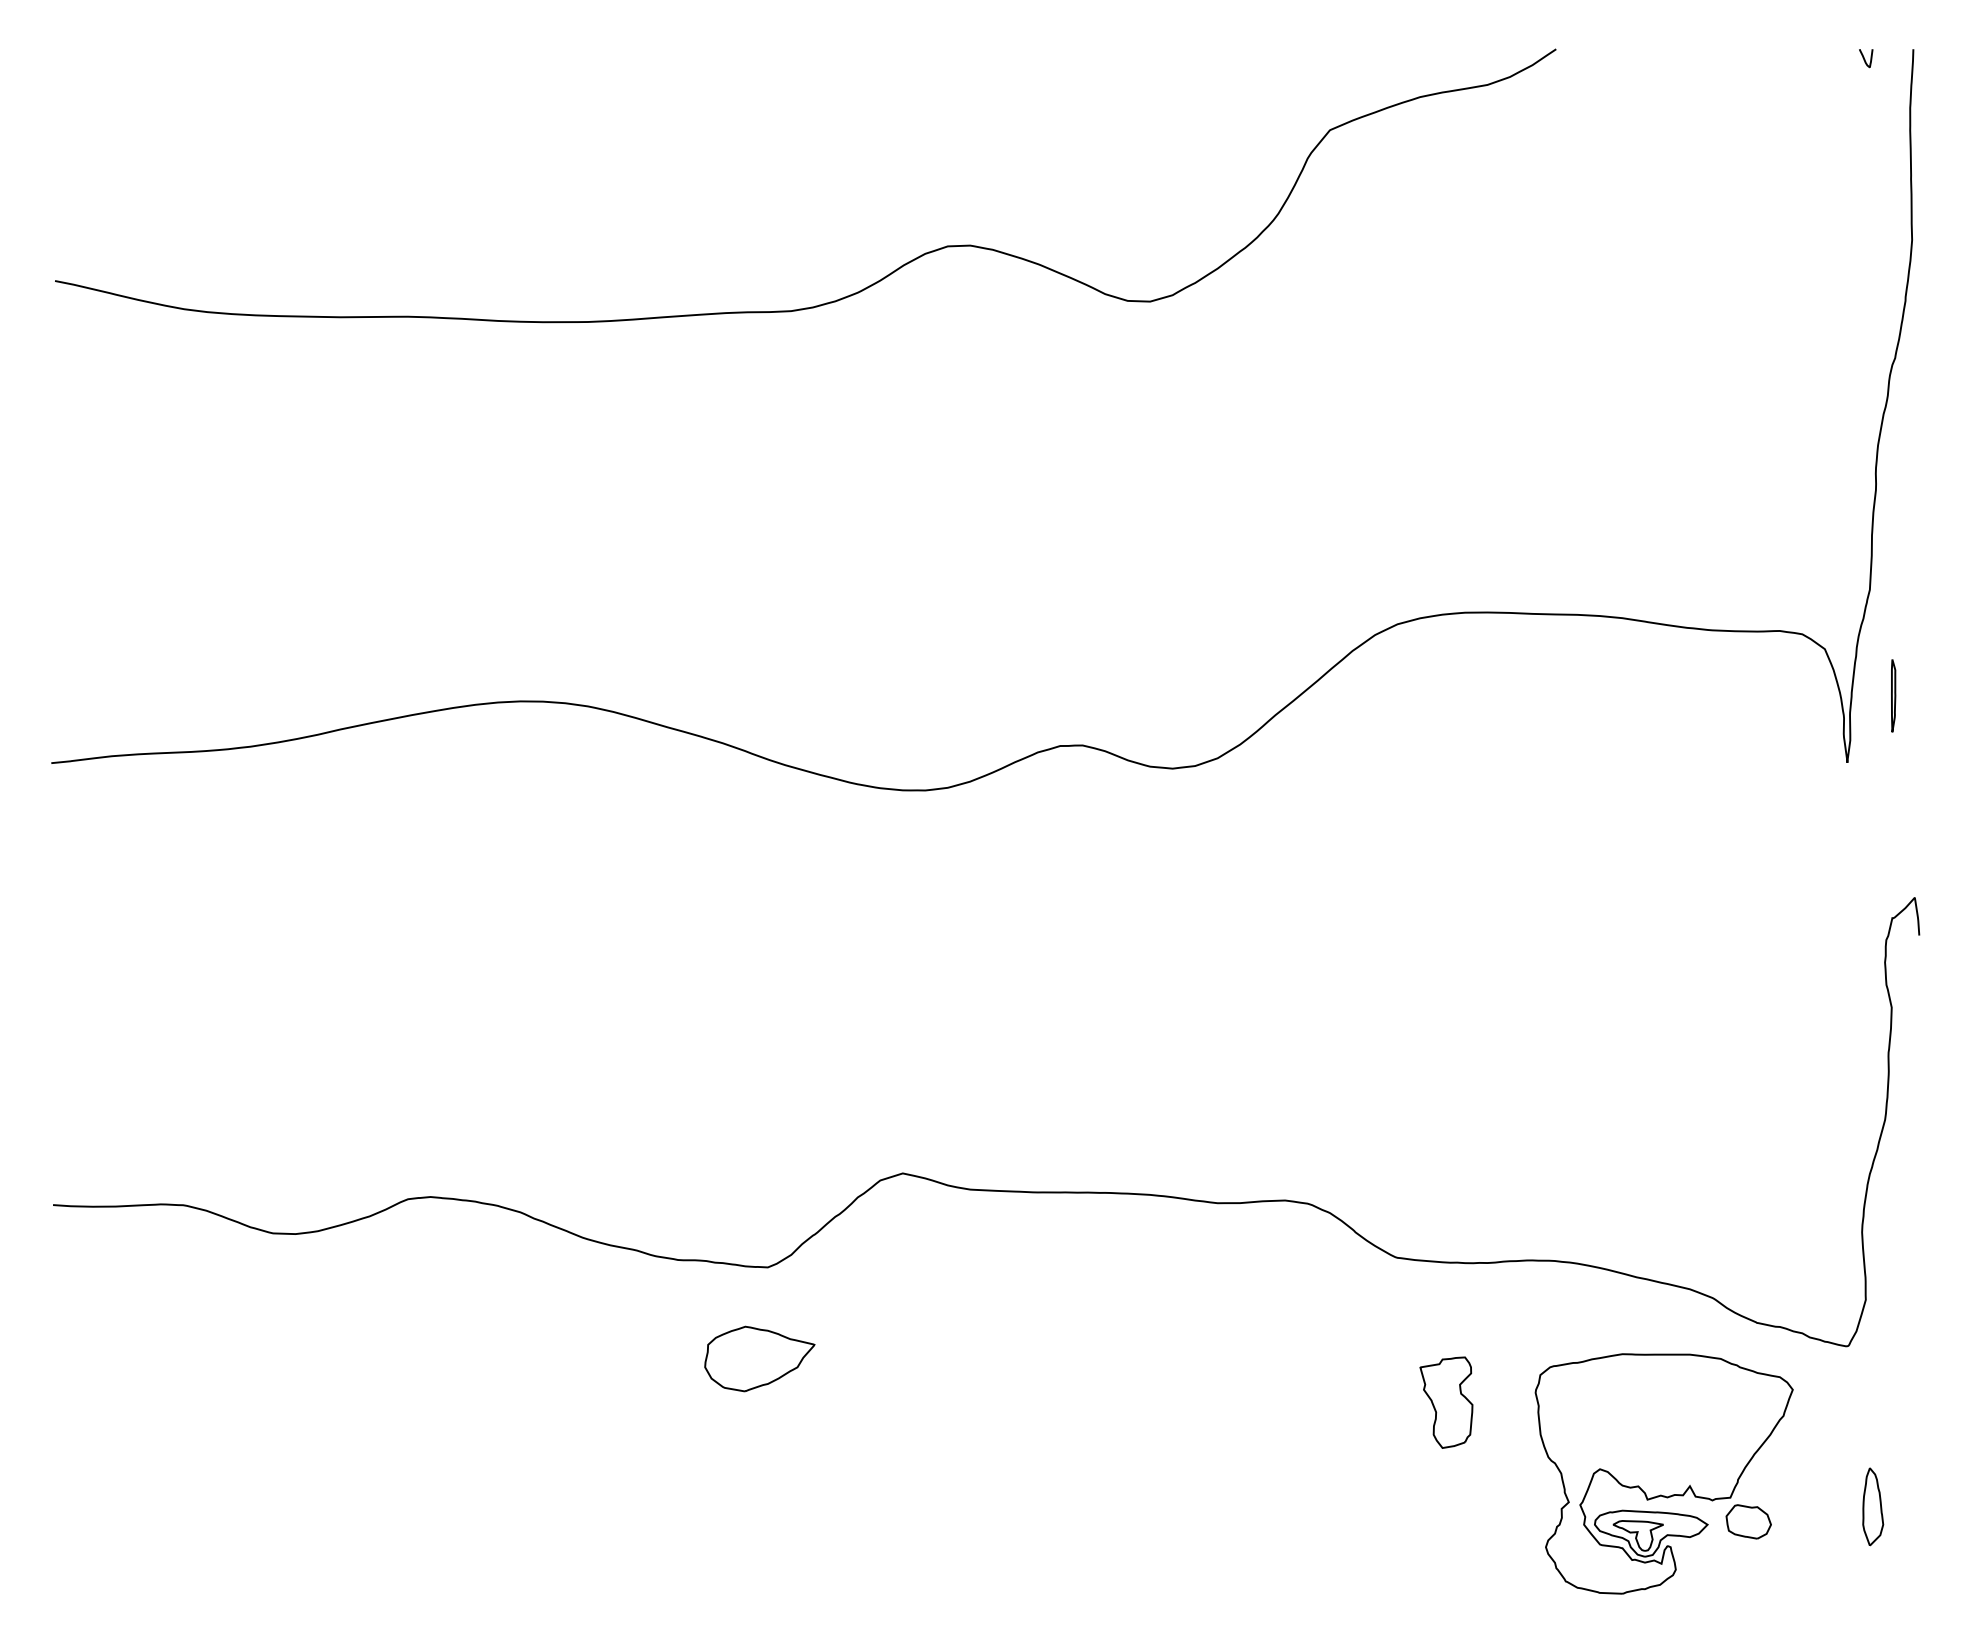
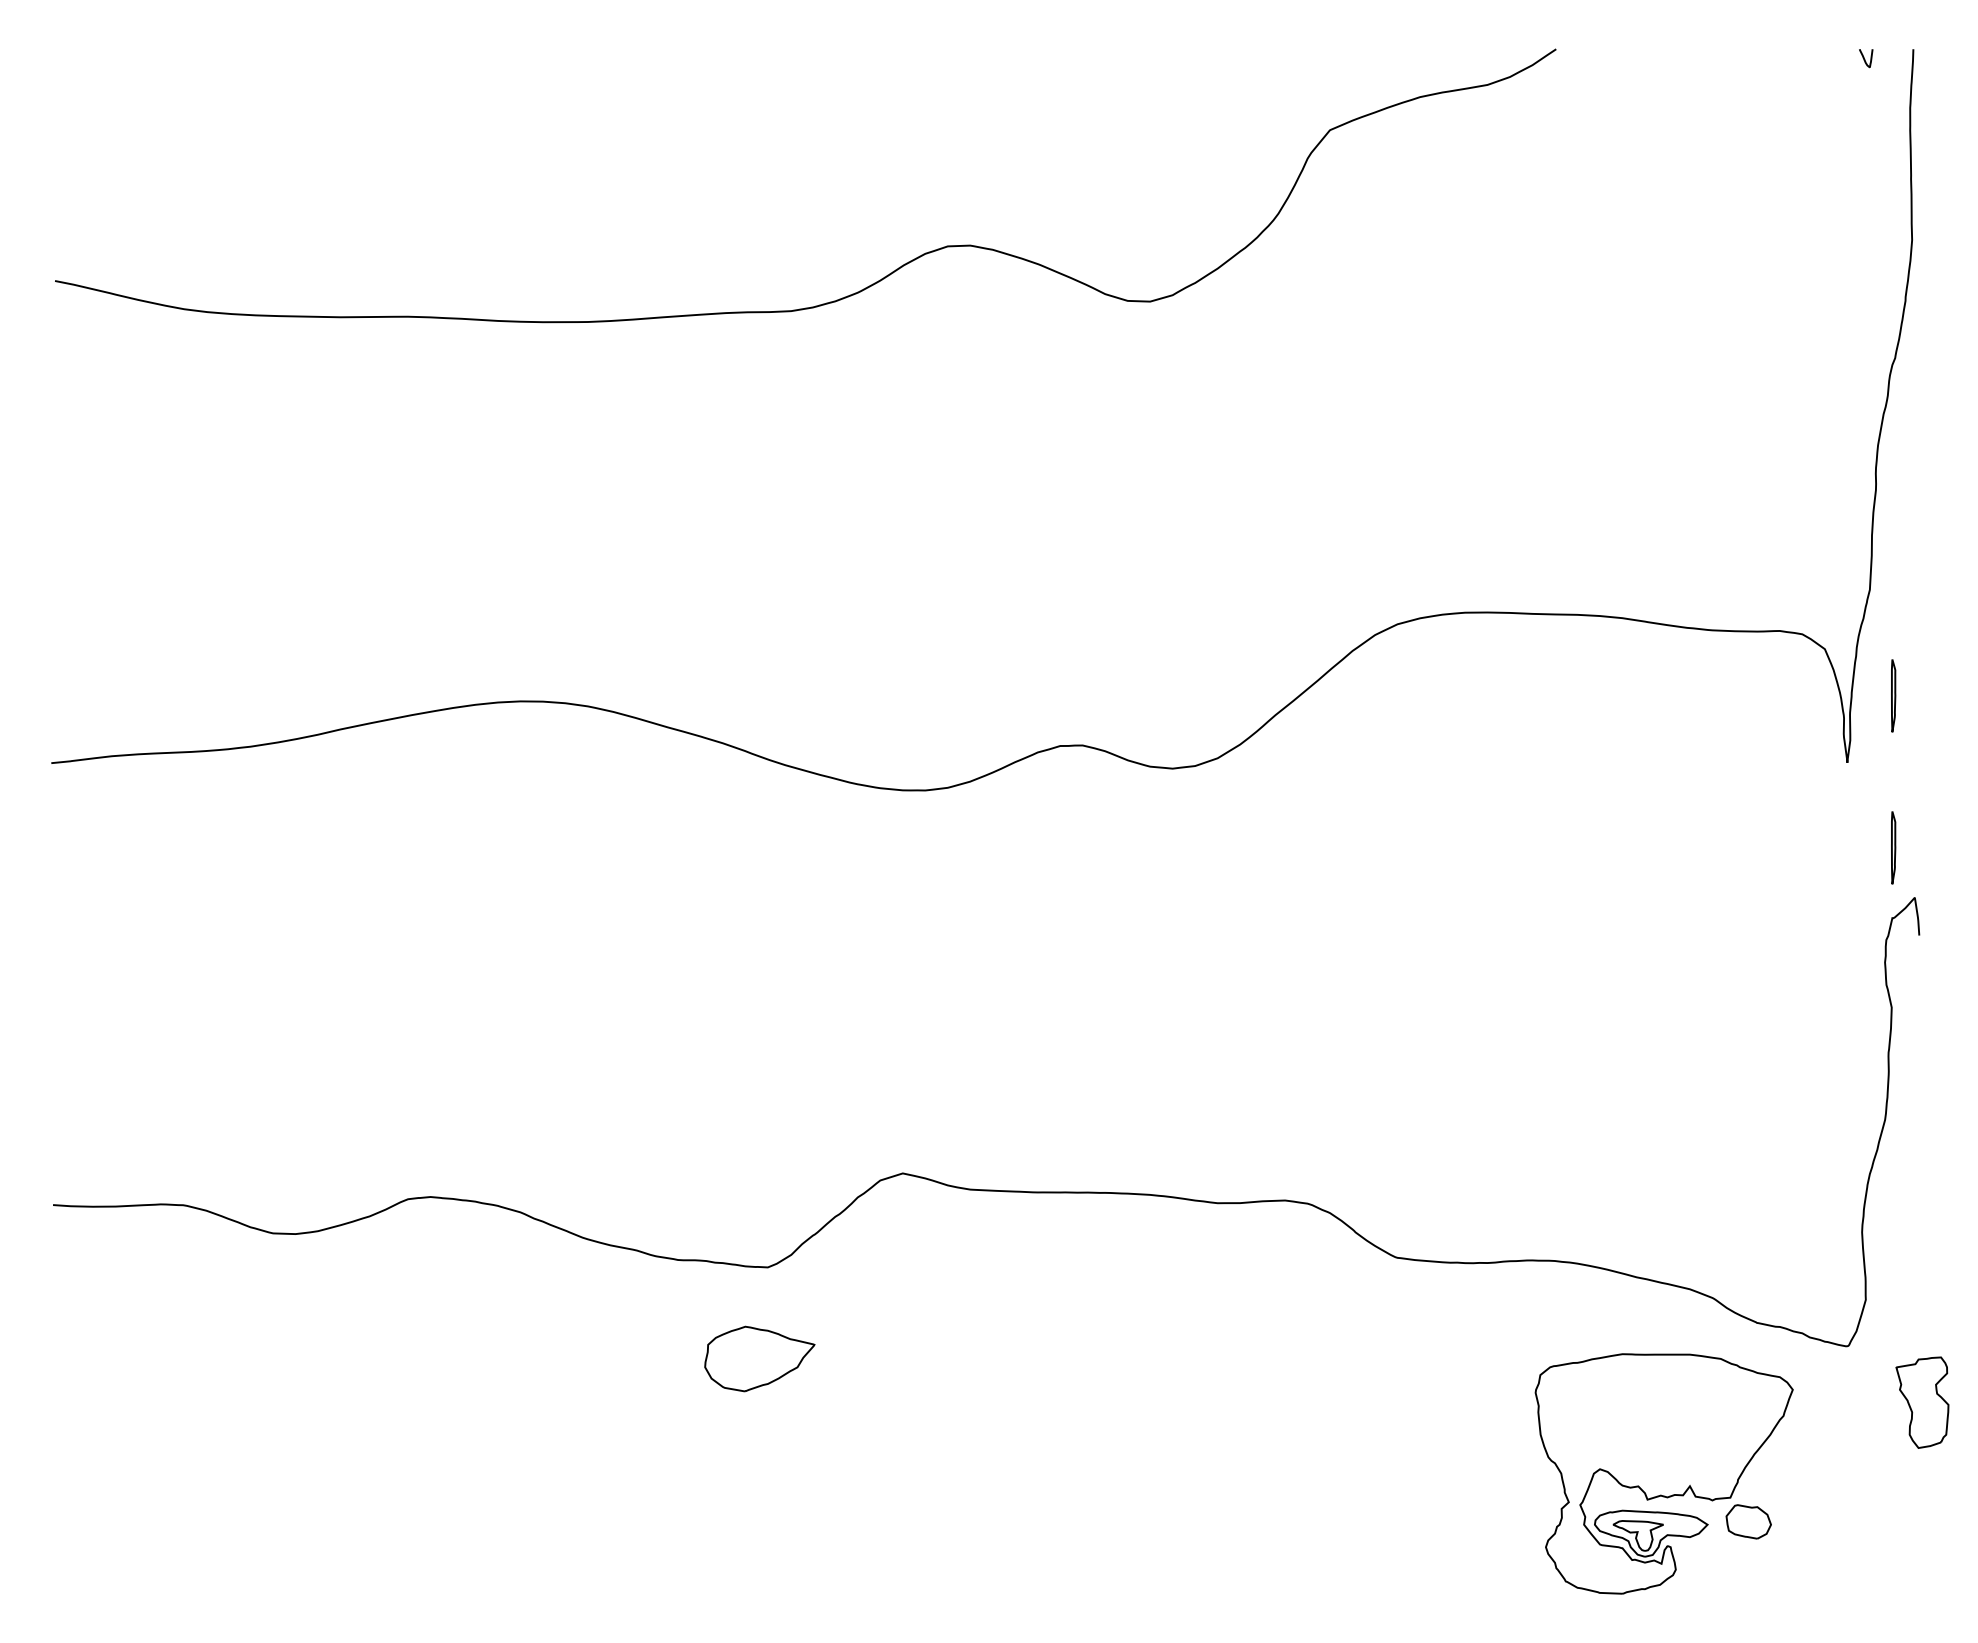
part at (1893, 847): none -> present
part at (1446, 1402) position: (1446, 1402) -> (1922, 1402)
part at (1873, 1506): present -> none
